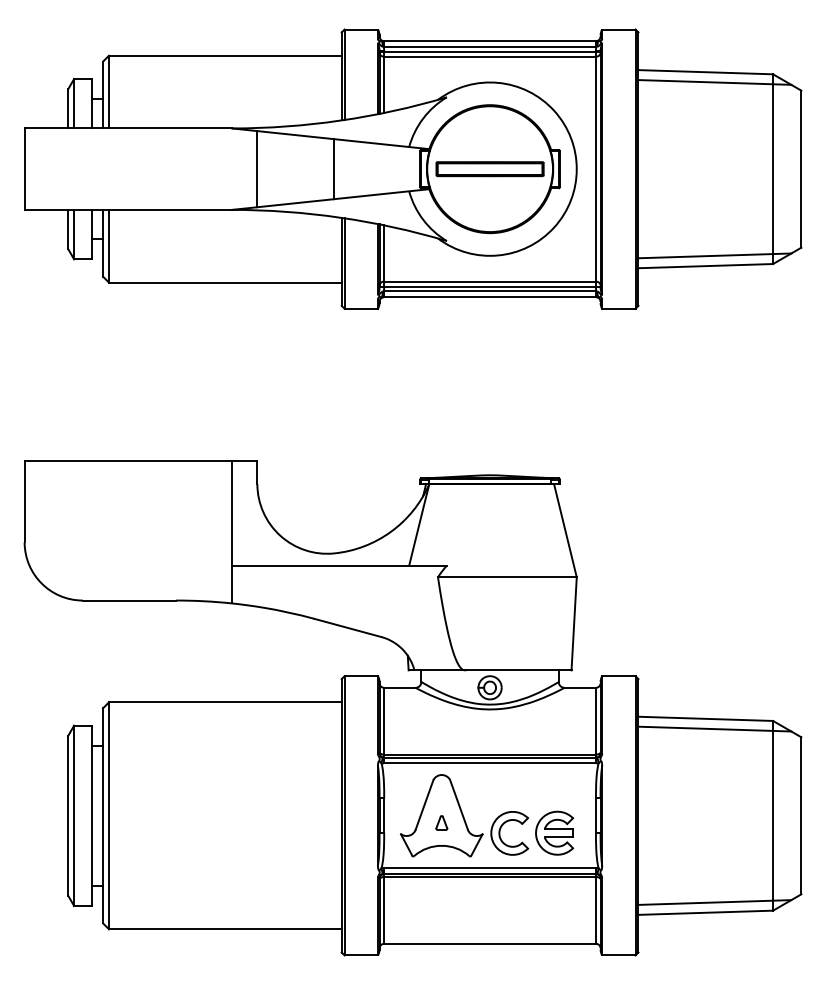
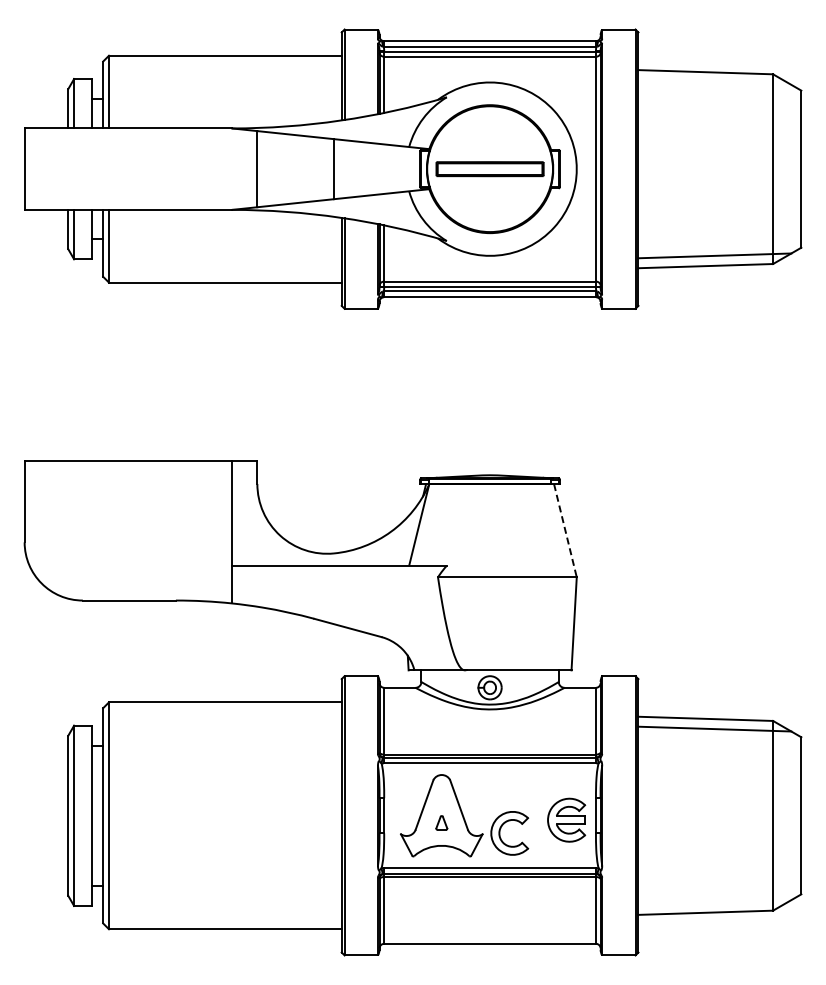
line at (714, 82): present -> none
line at (565, 530): solid -> dashed
part at (554, 832) position: (554, 832) -> (566, 819)
line at (714, 902): present -> none
